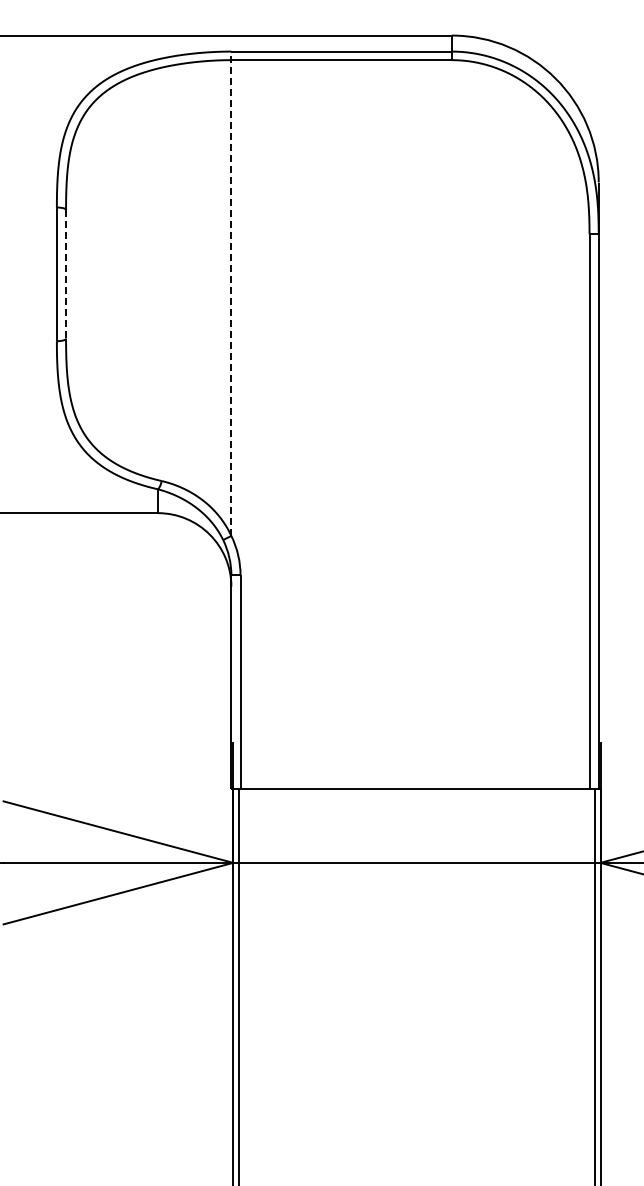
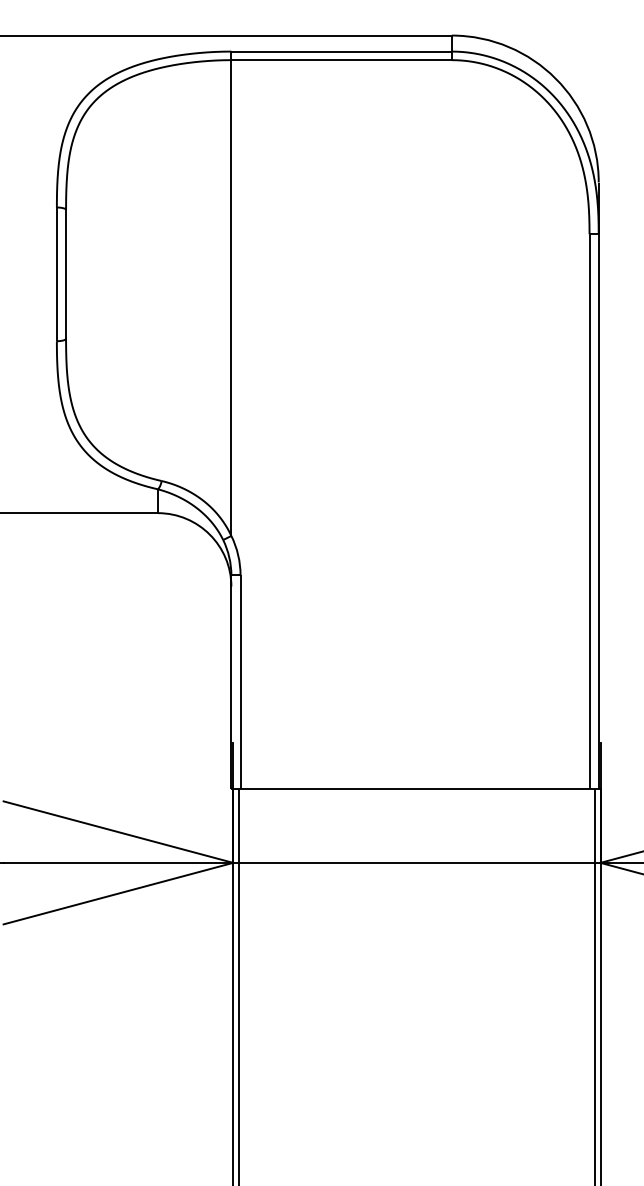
line at (66, 274): dashed -> solid
line at (231, 293): dashed -> solid
